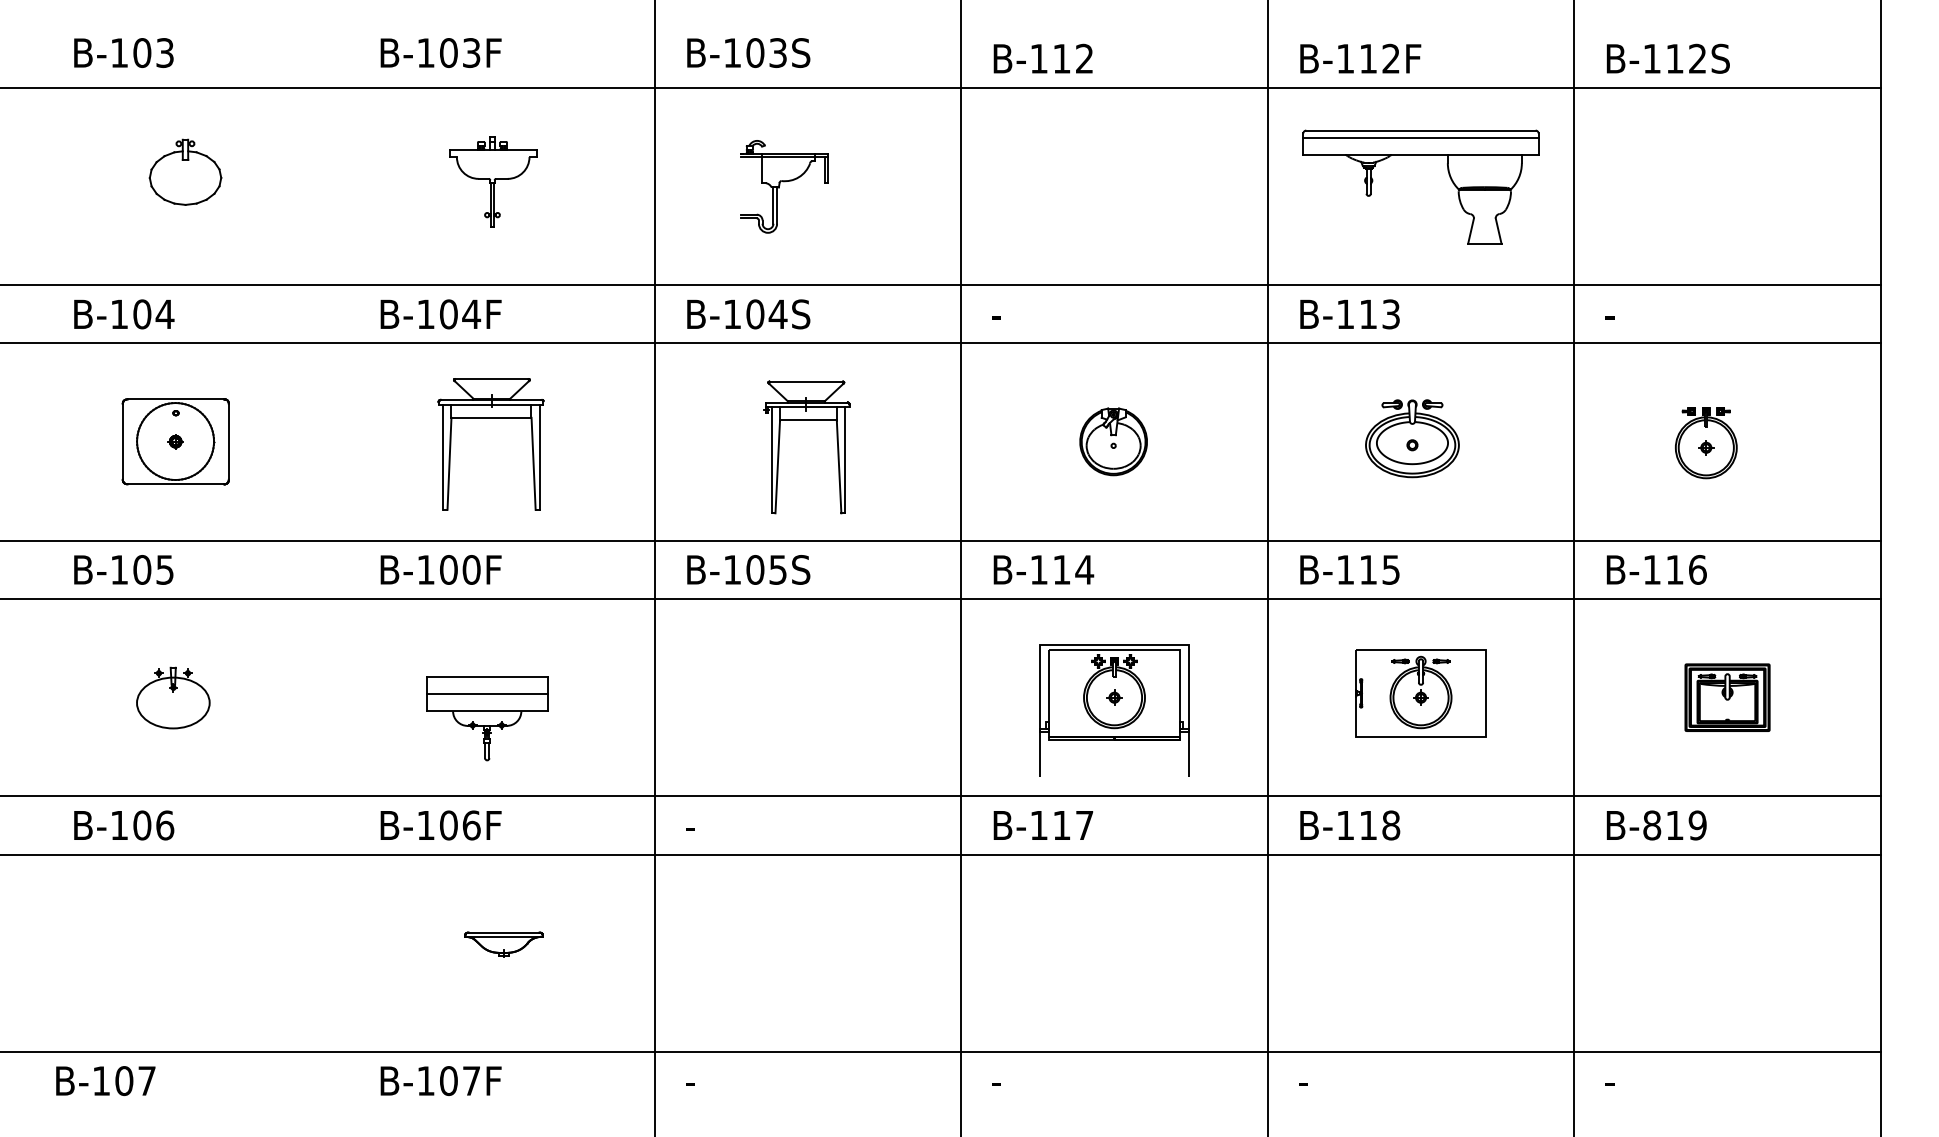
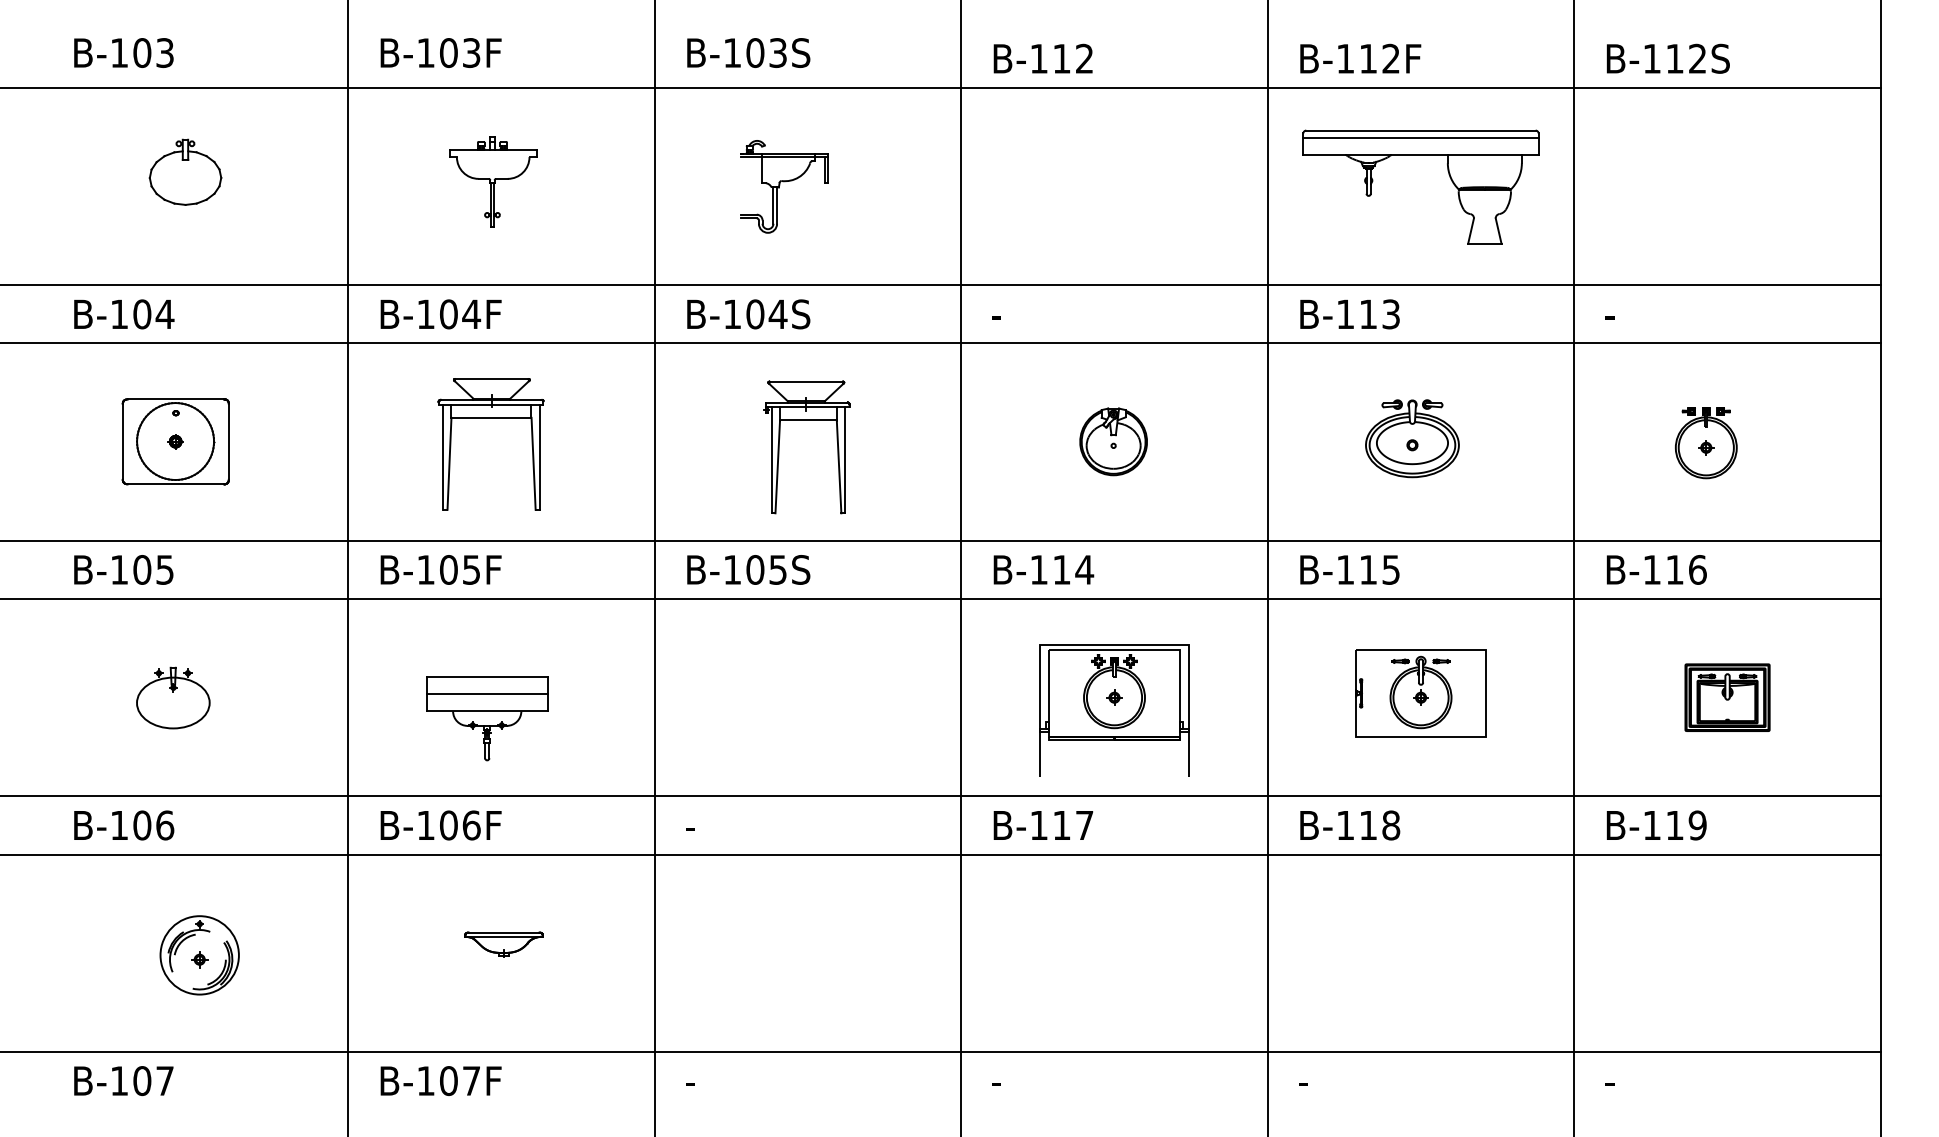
line at (348, 567): none -> present
text at (471, 569): B-100F -> B-105F
text at (1652, 825): B-819 -> B-119
part at (199, 955): none -> present
text at (105, 1080) position: (105, 1080) -> (123, 1080)
